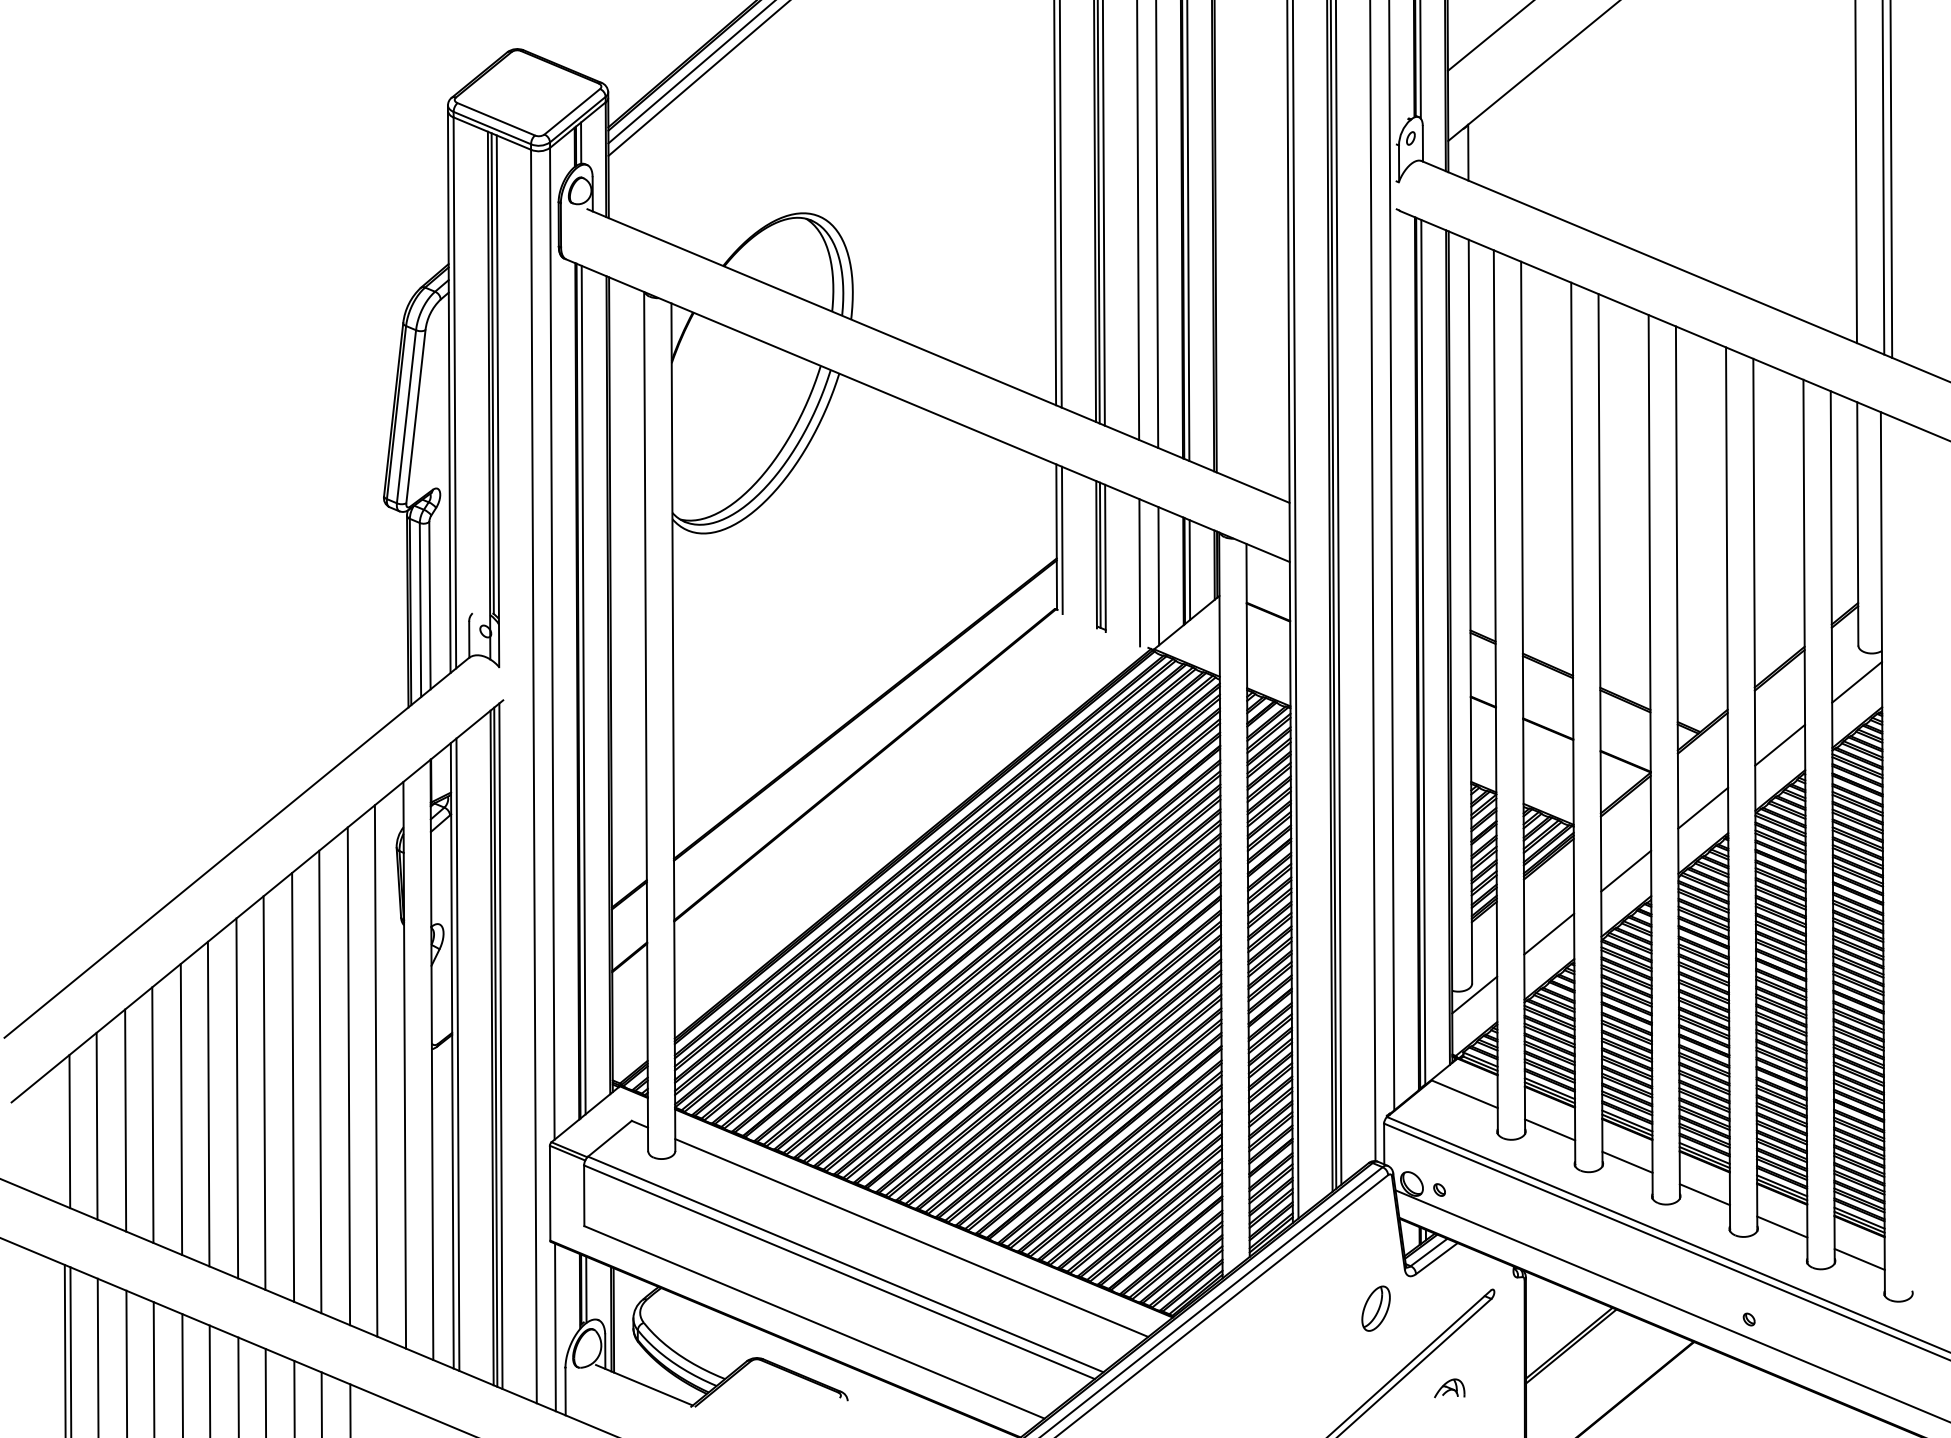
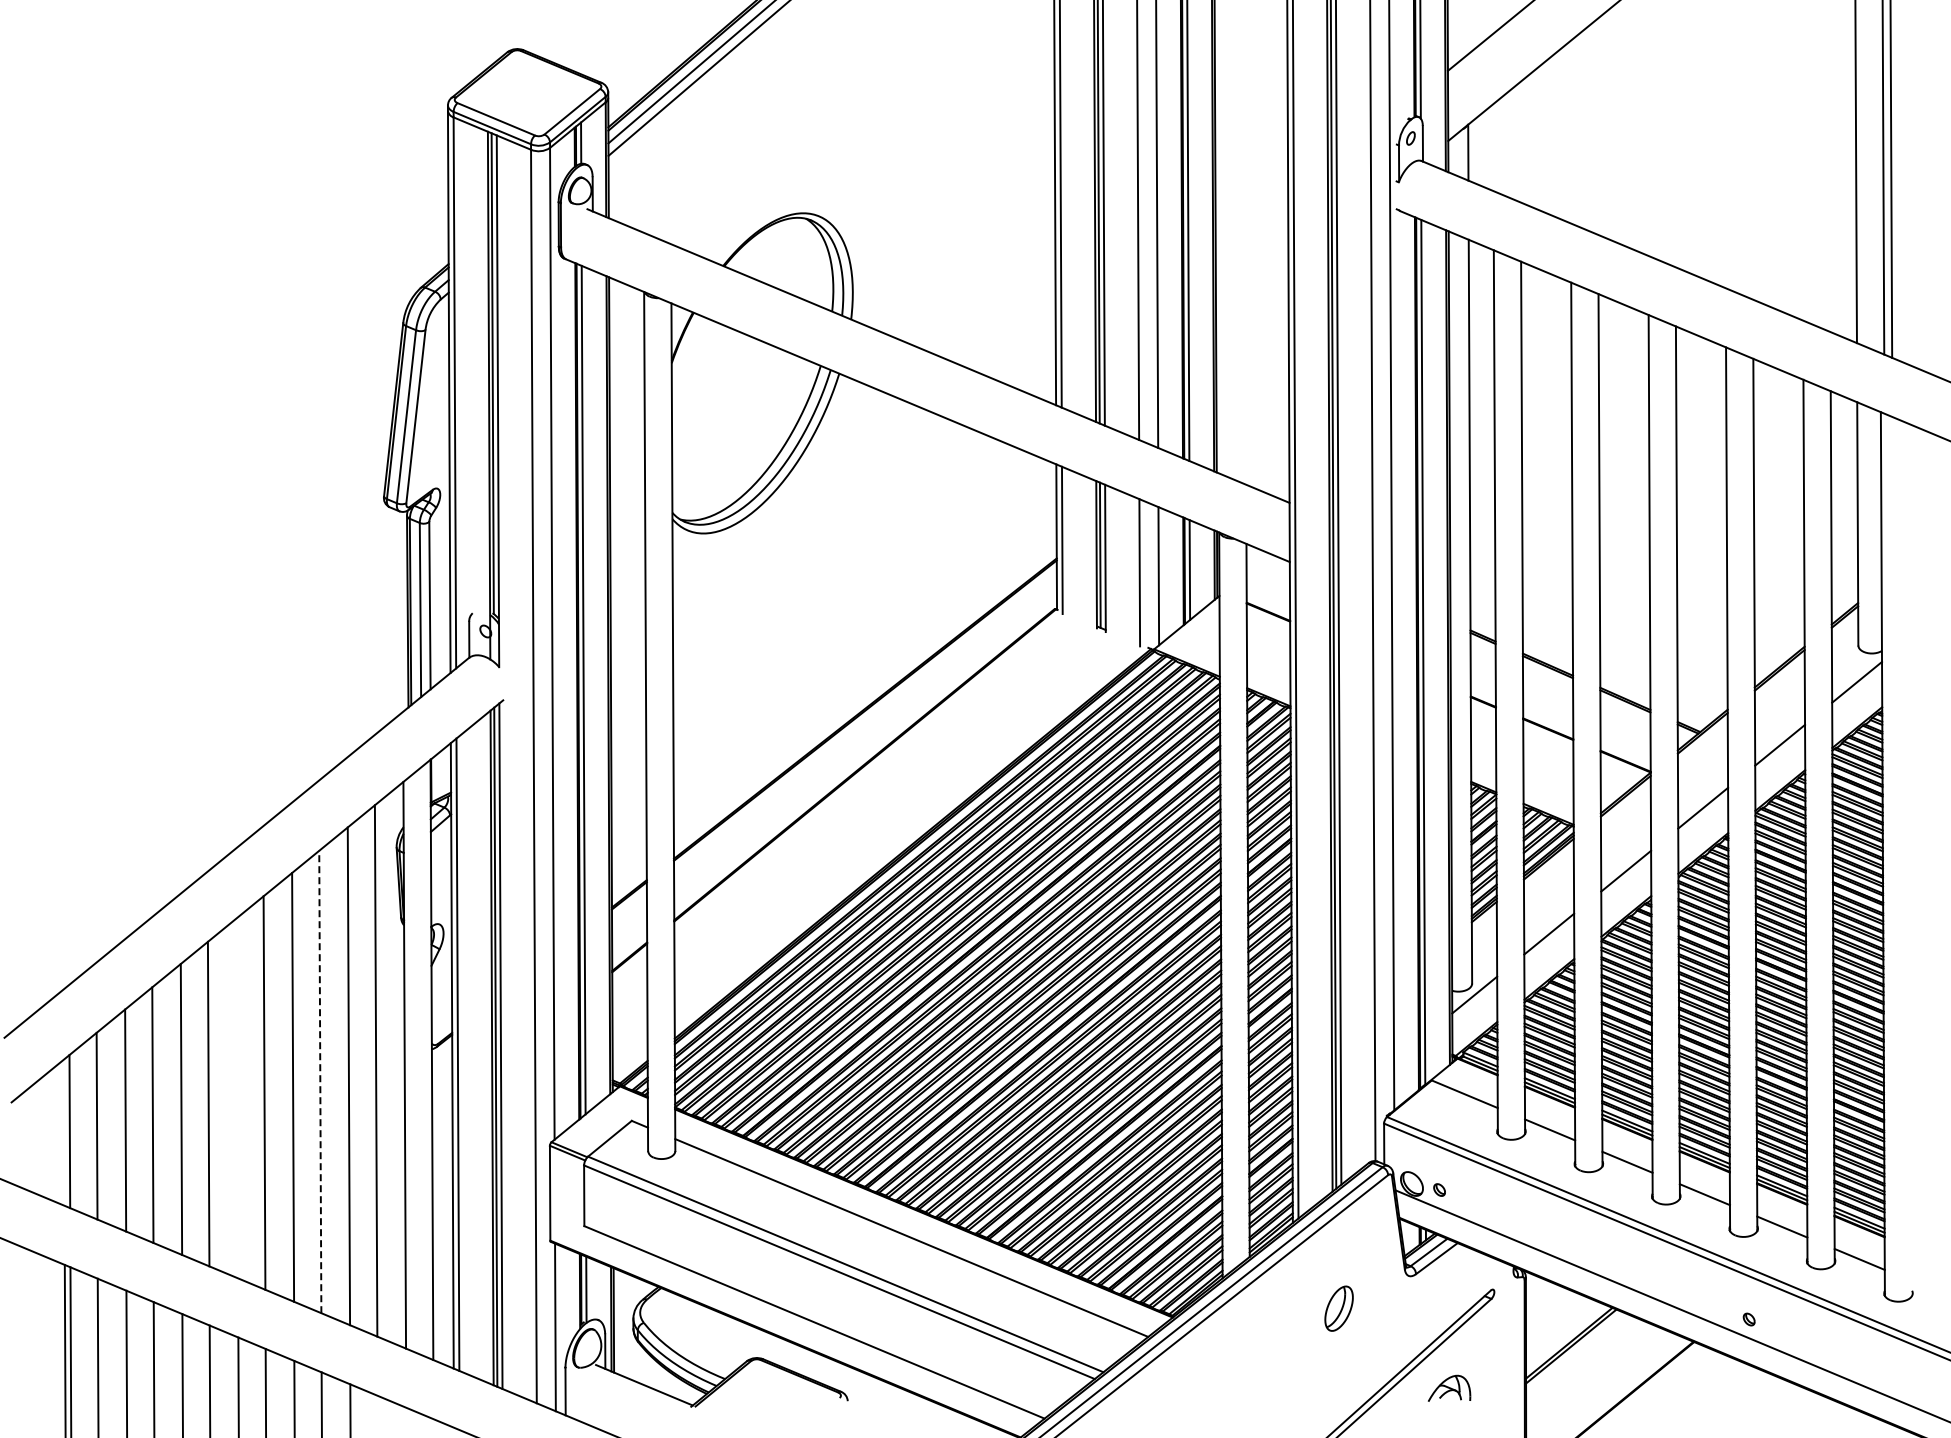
line at (320, 1081): solid -> dashed
line at (237, 1098): present -> none
part at (1375, 1308) position: (1375, 1308) -> (1338, 1308)
part at (1449, 1388) size: 32x21 px -> 45x28 px
